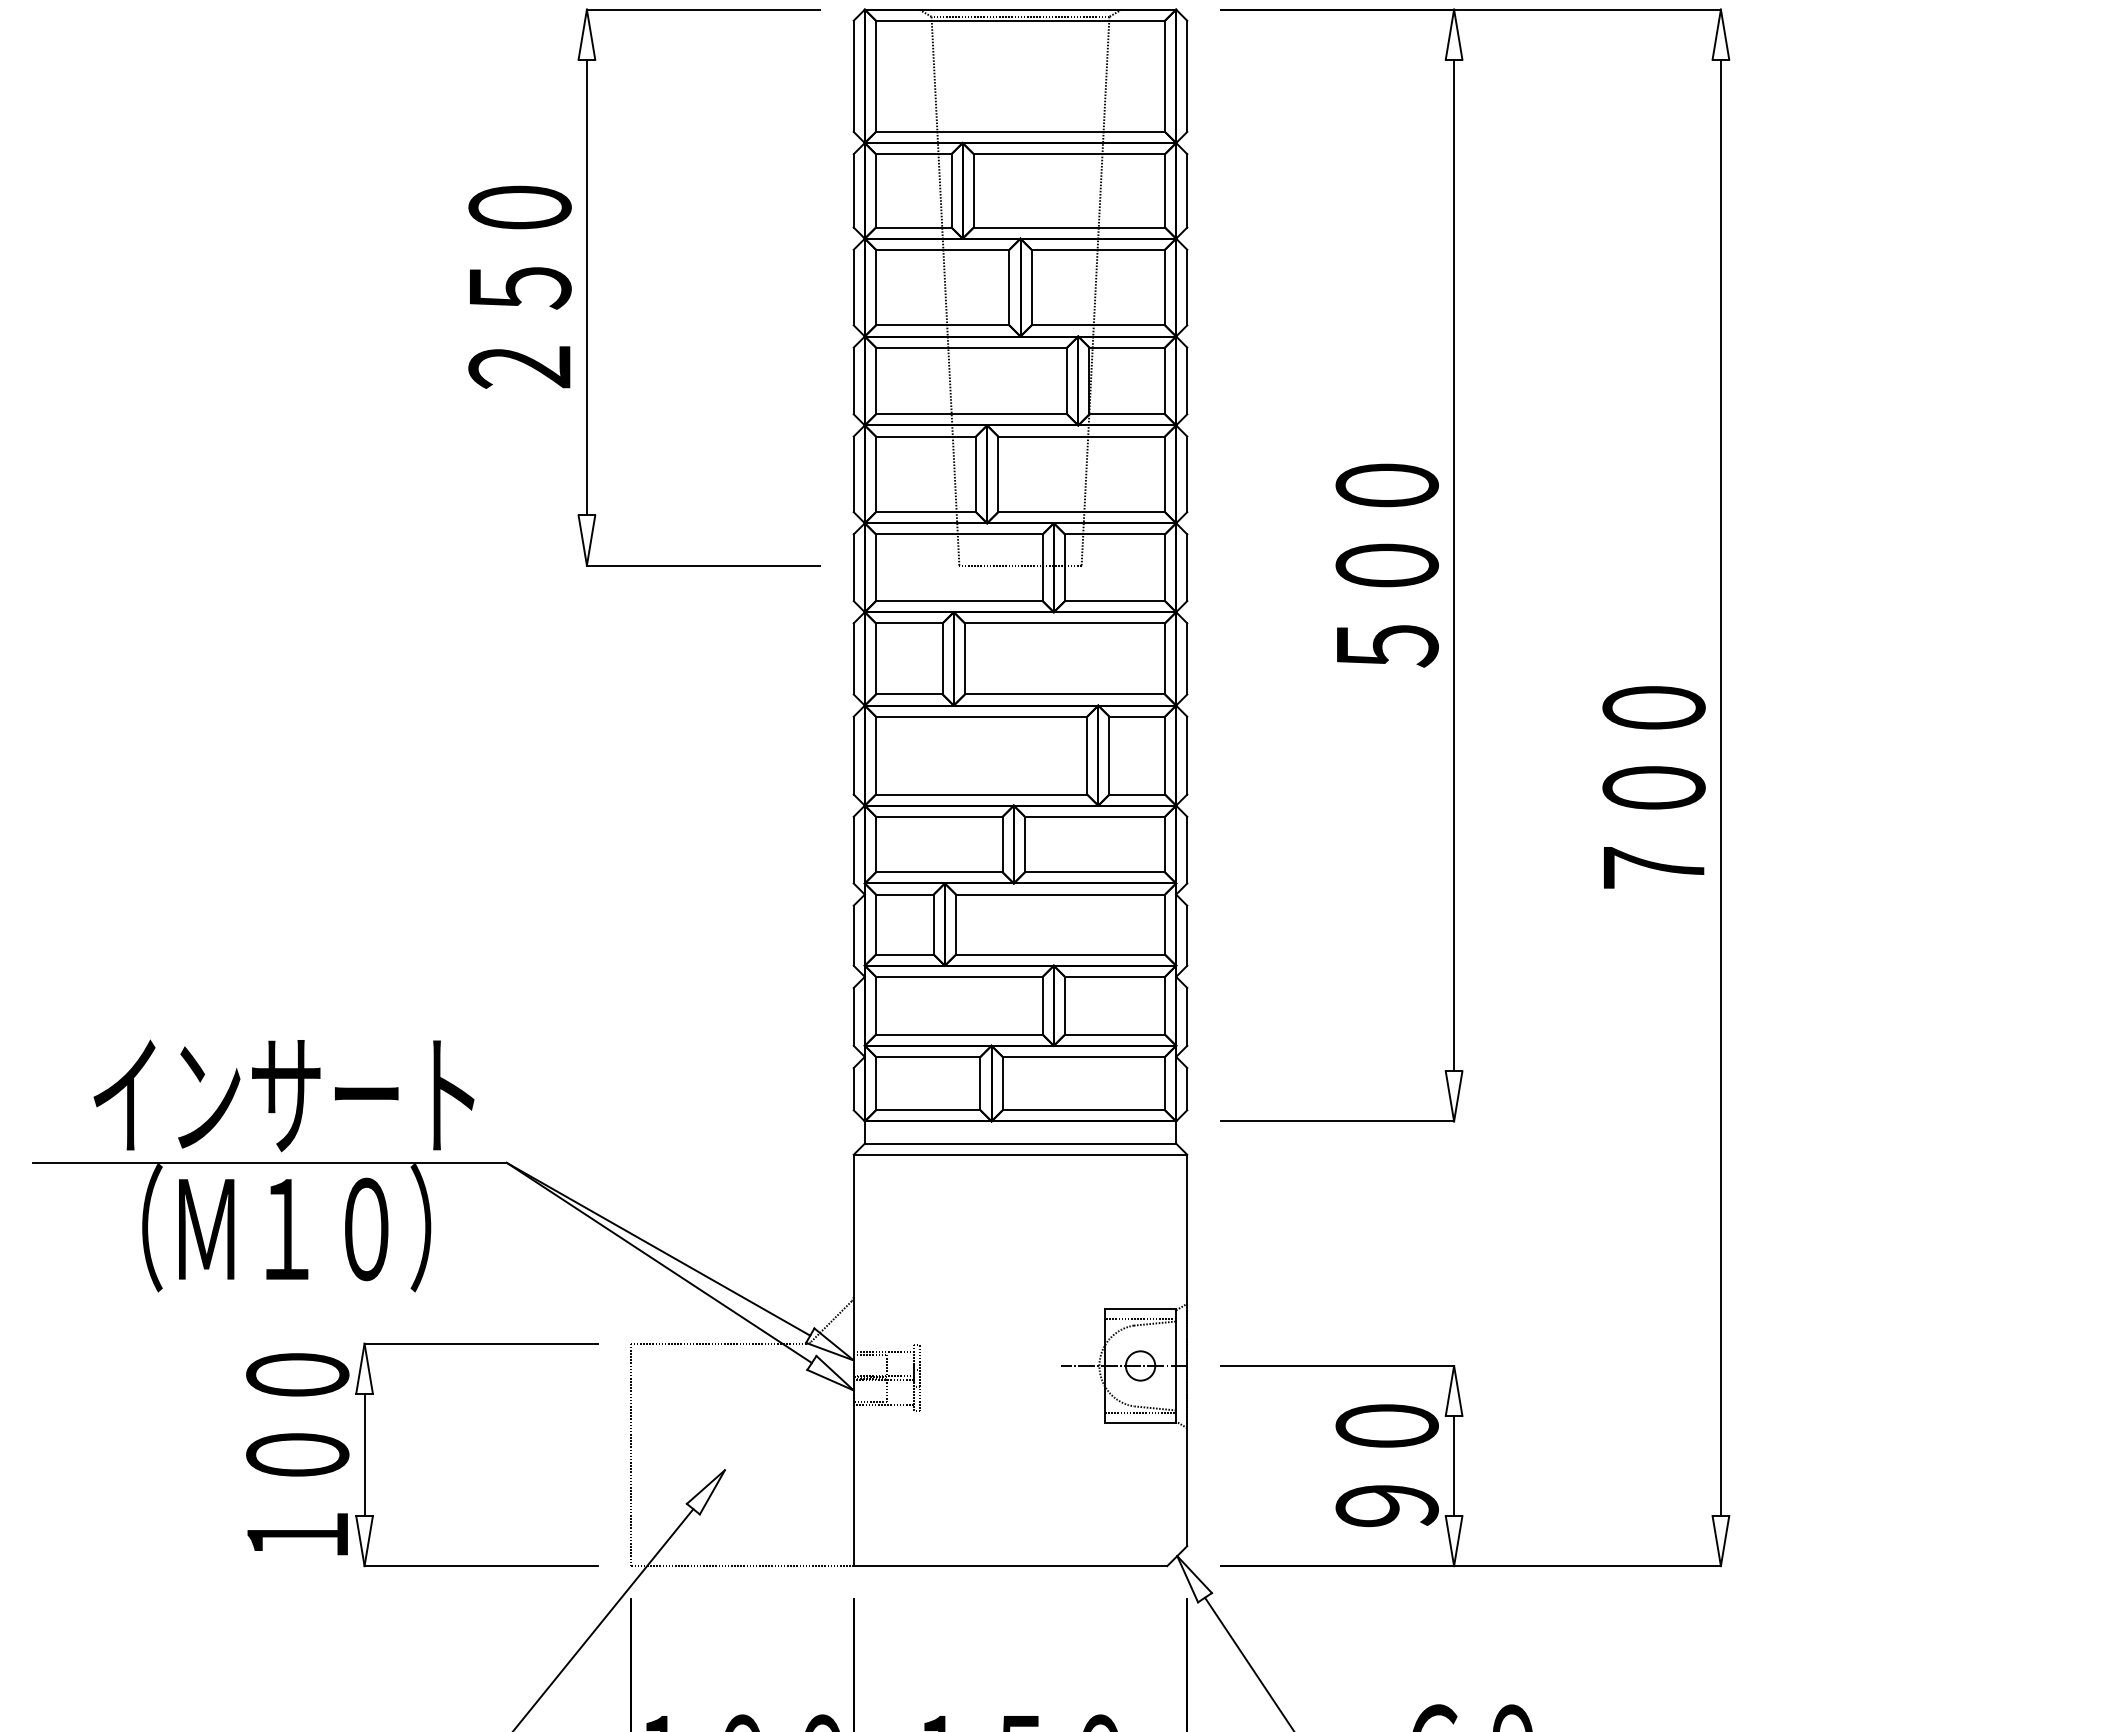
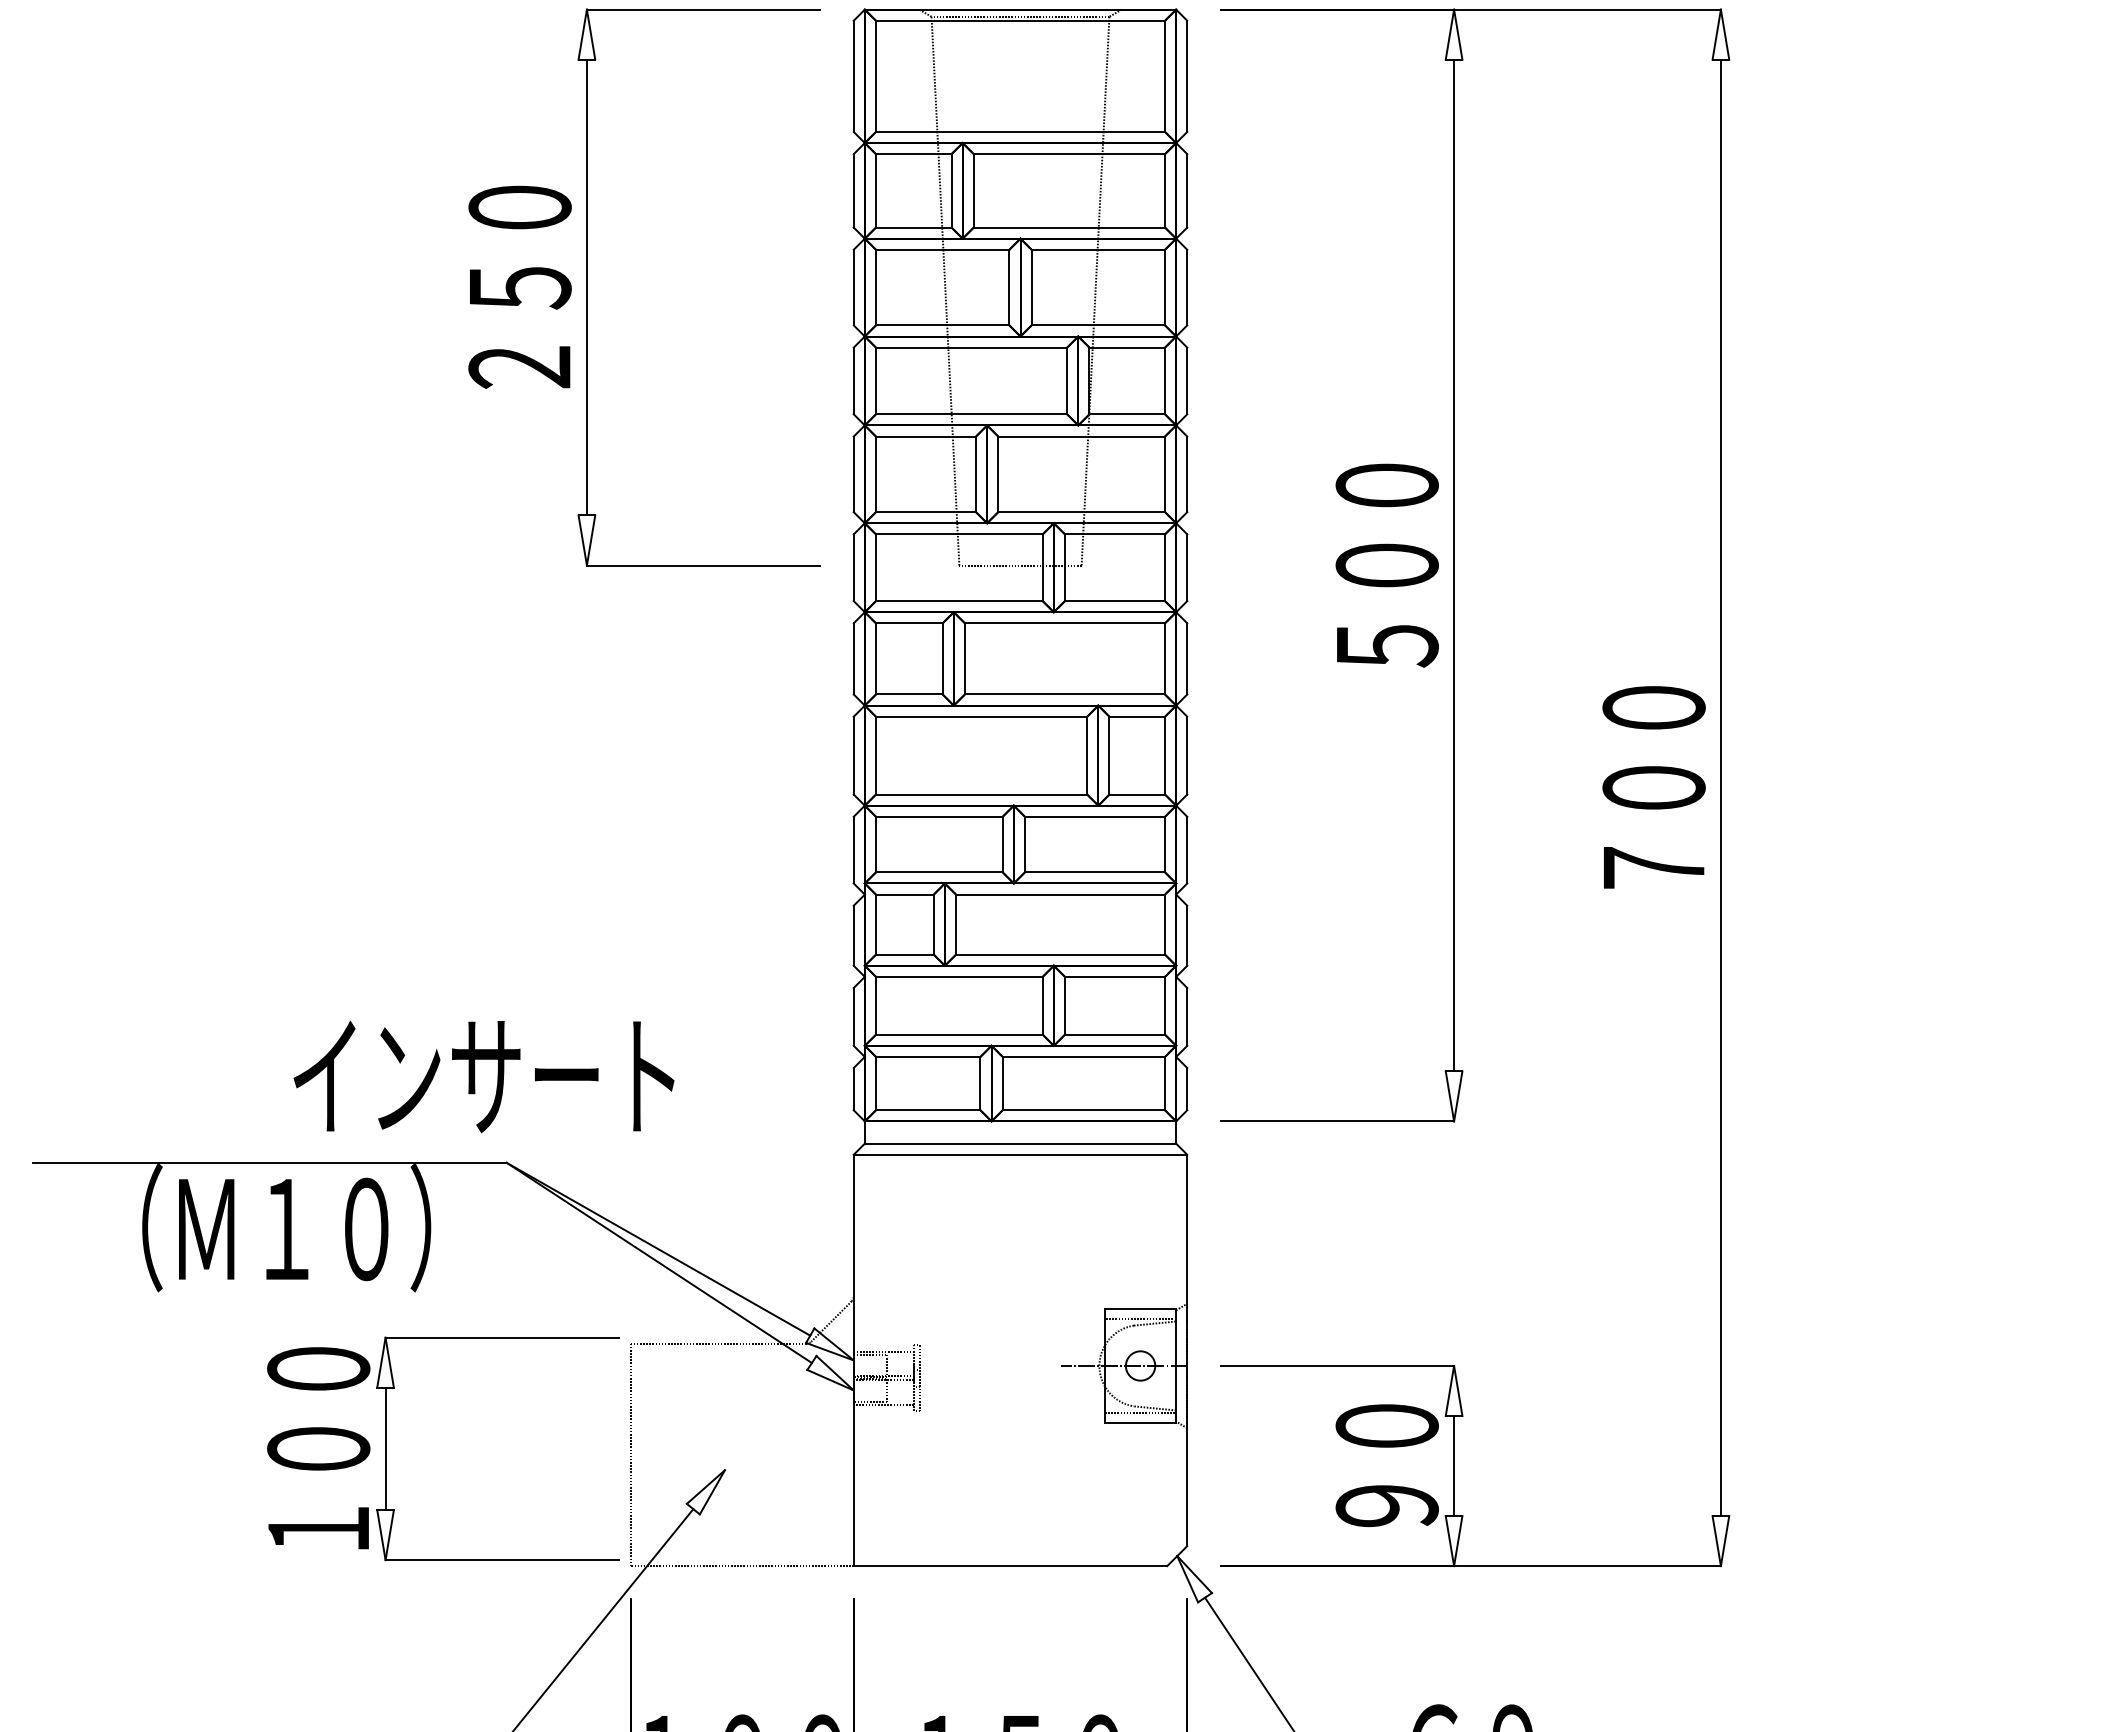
text at (283, 1095) position: (283, 1095) -> (483, 1076)
part at (365, 1454) position: (365, 1454) -> (386, 1448)
